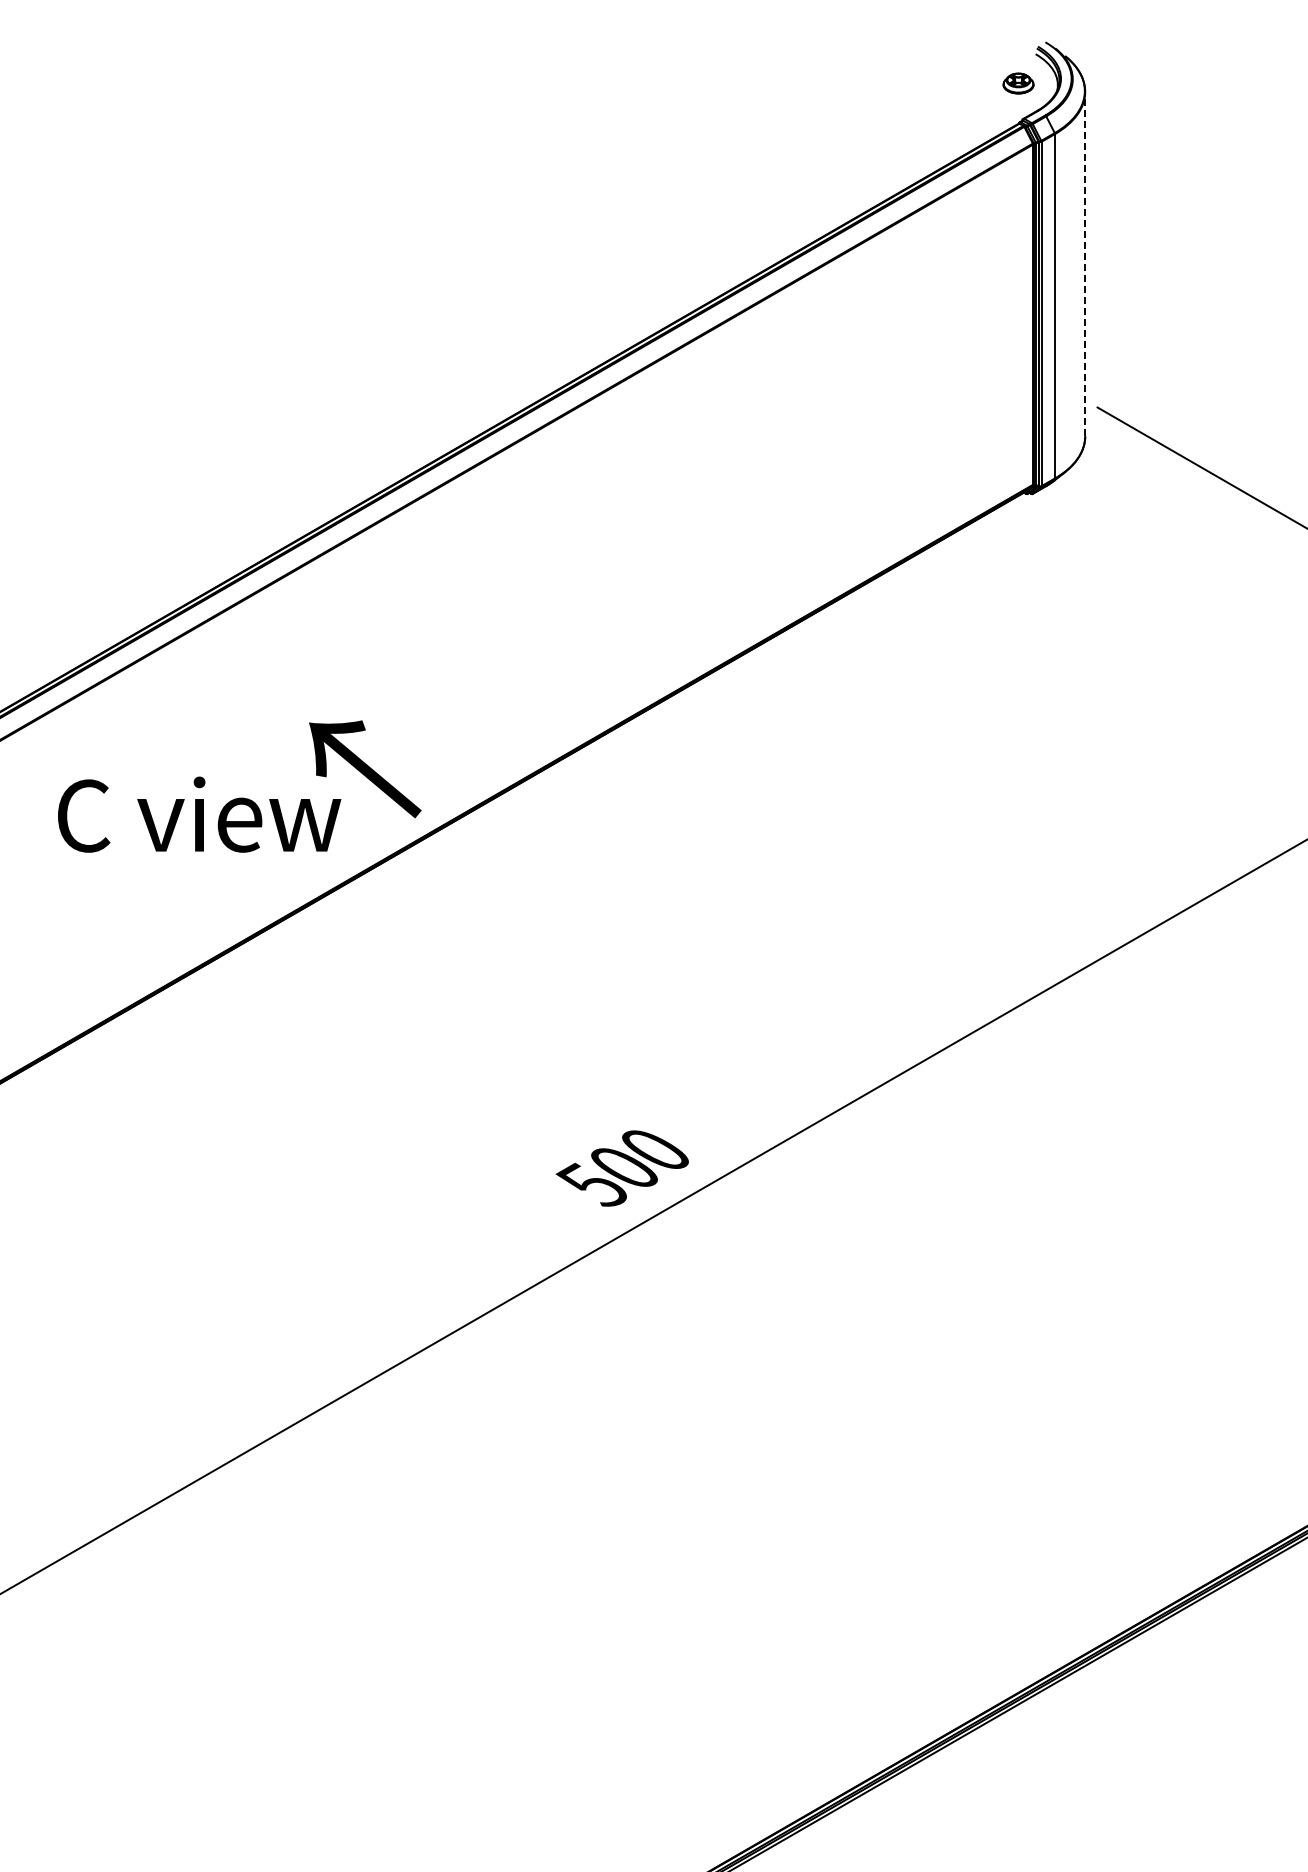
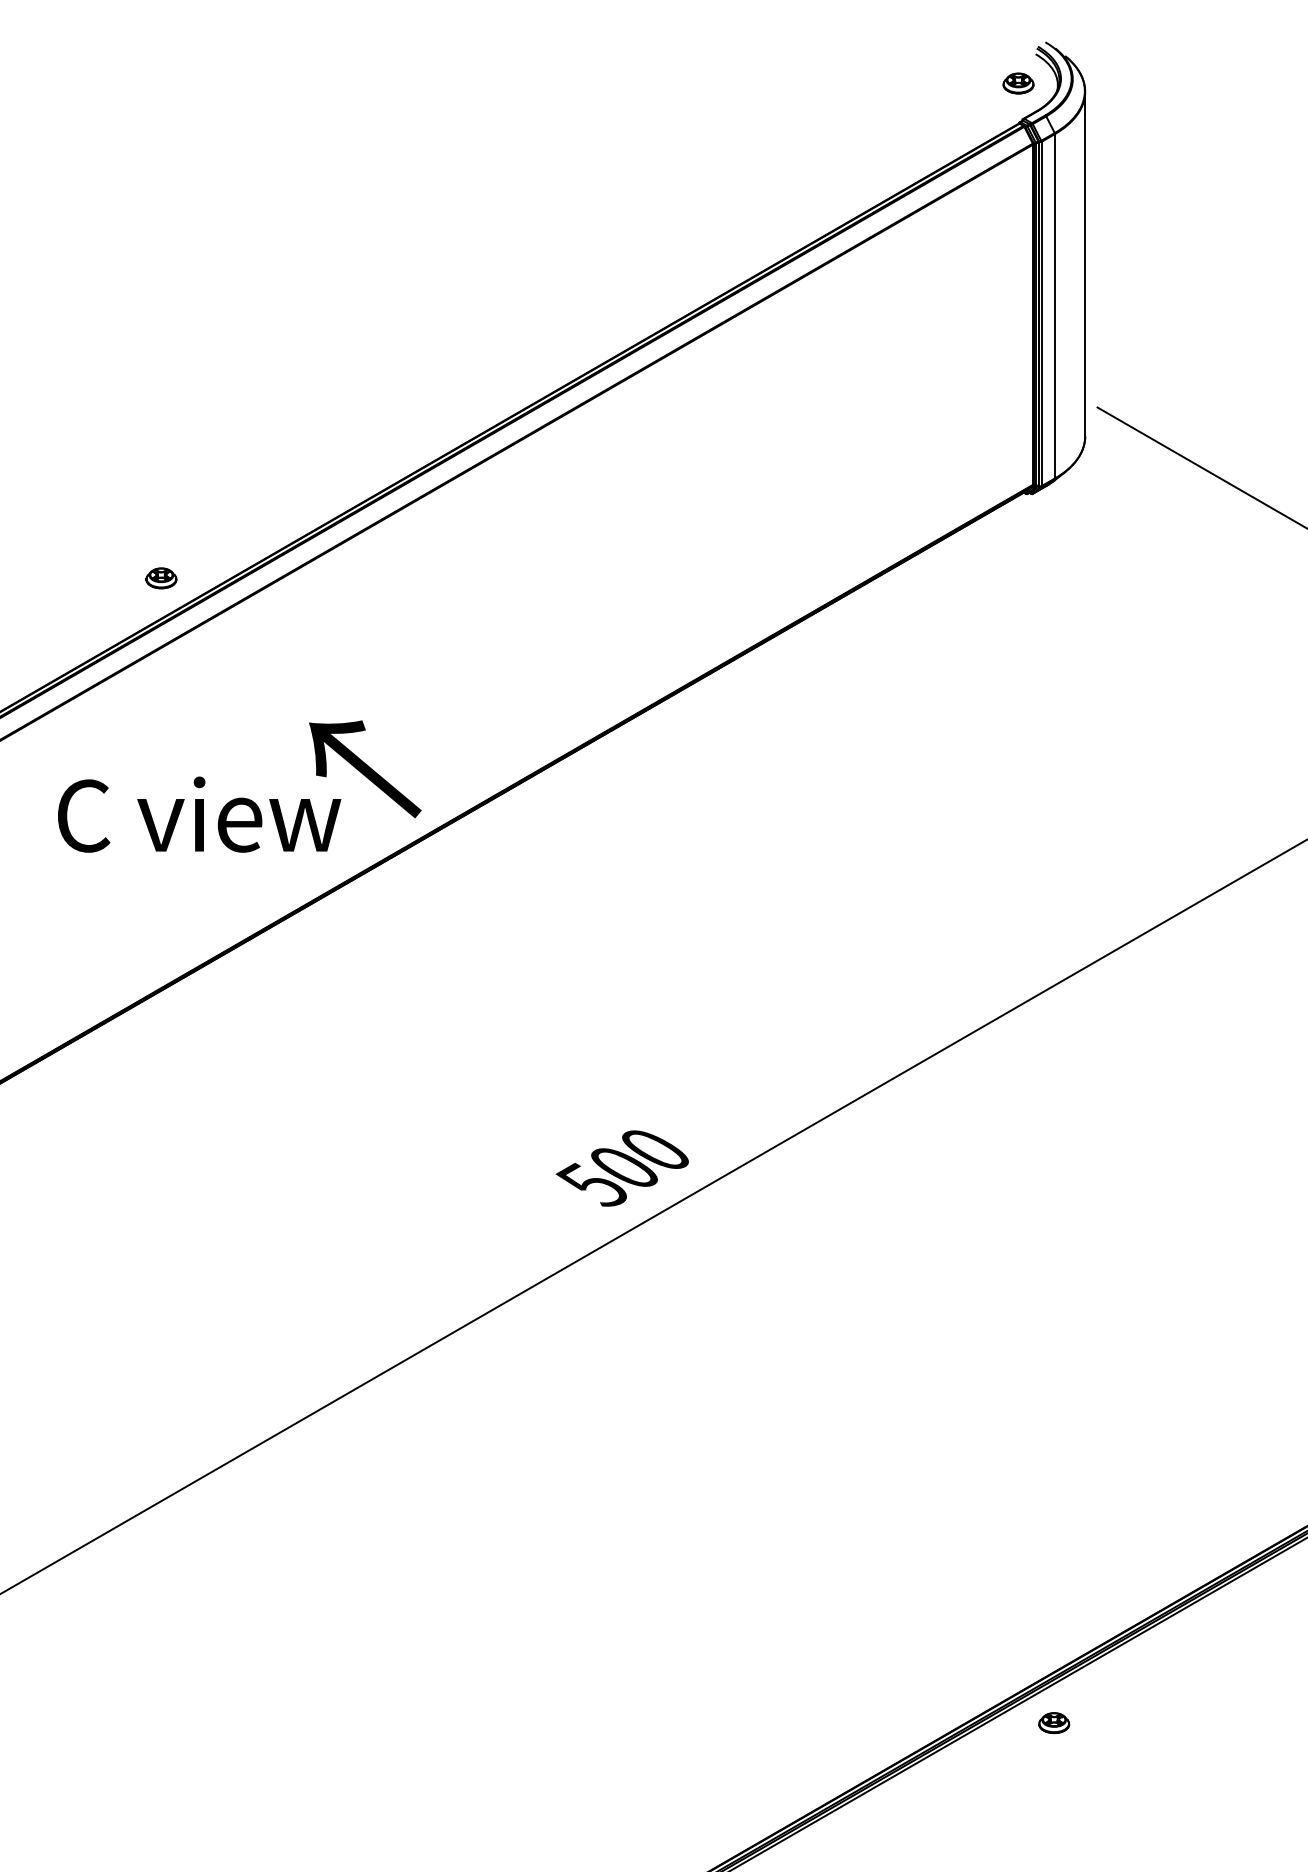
line at (1085, 263): dashed -> solid
part at (161, 578): none -> present
part at (1054, 1723): none -> present
